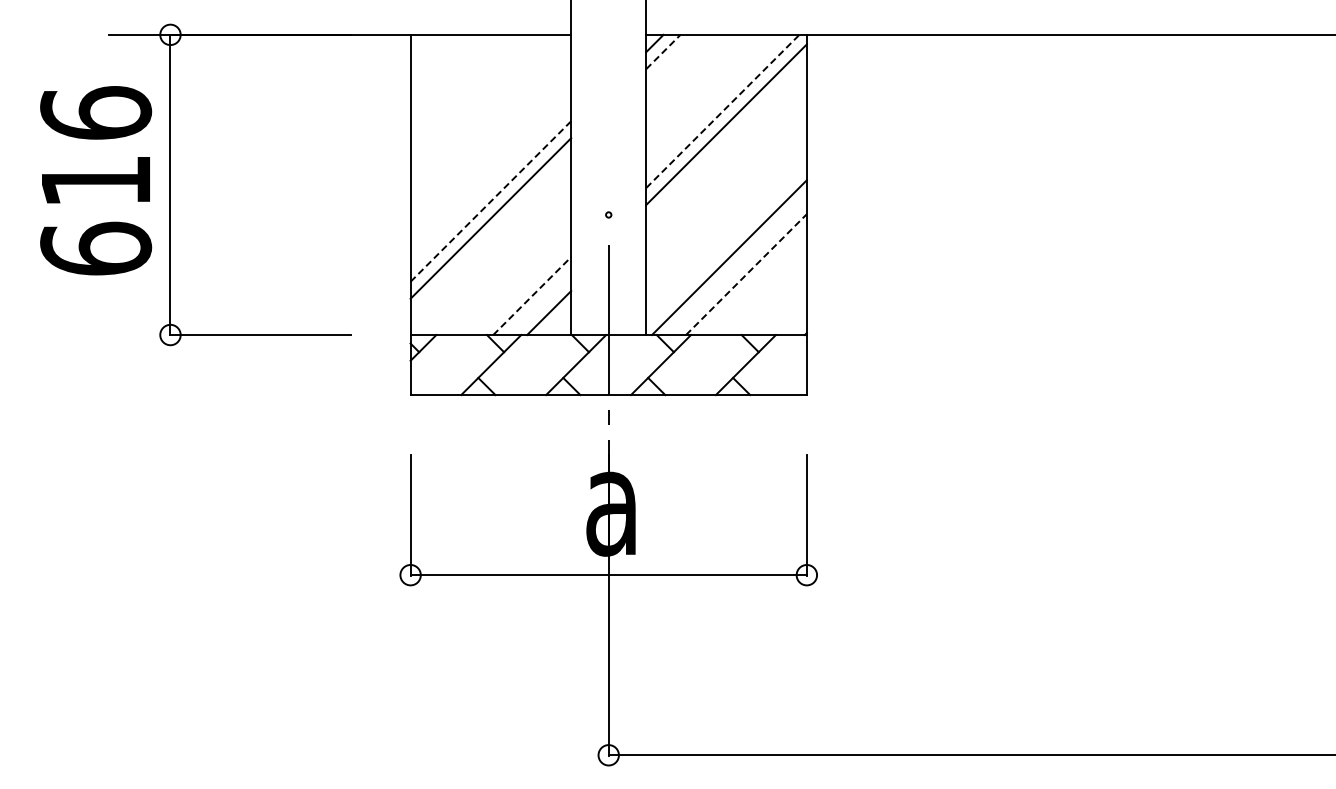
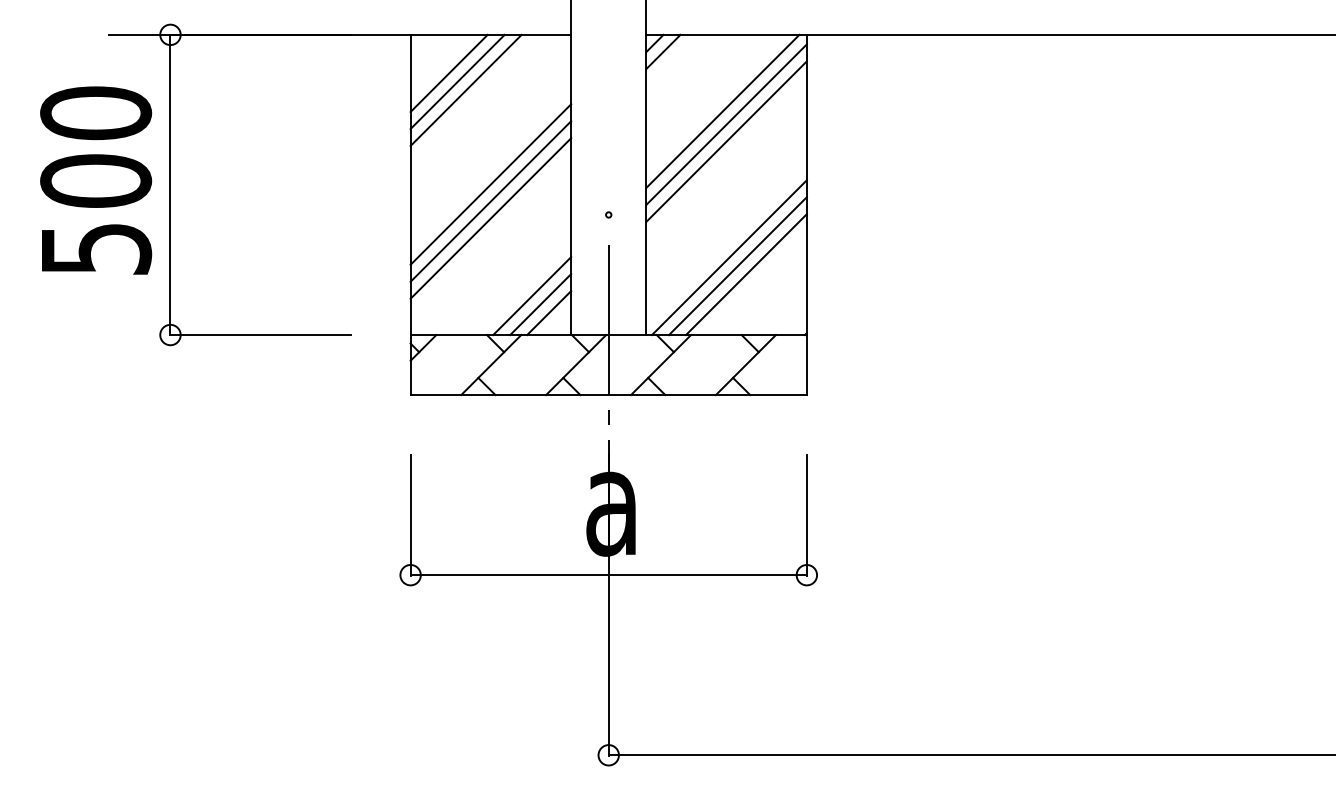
line at (663, 51): dashed -> solid
line at (448, 73): none -> present
line at (457, 81): none -> present
line at (465, 89): none -> present
line at (723, 111): dashed -> solid
line at (726, 141): none -> present
text at (96, 180): 616 -> 500
line at (490, 184): none -> present
line at (490, 201): dashed -> solid
line at (737, 266): none -> present
line at (746, 274): dashed -> solid
line at (532, 295): dashed -> solid
line at (540, 304): none -> present
